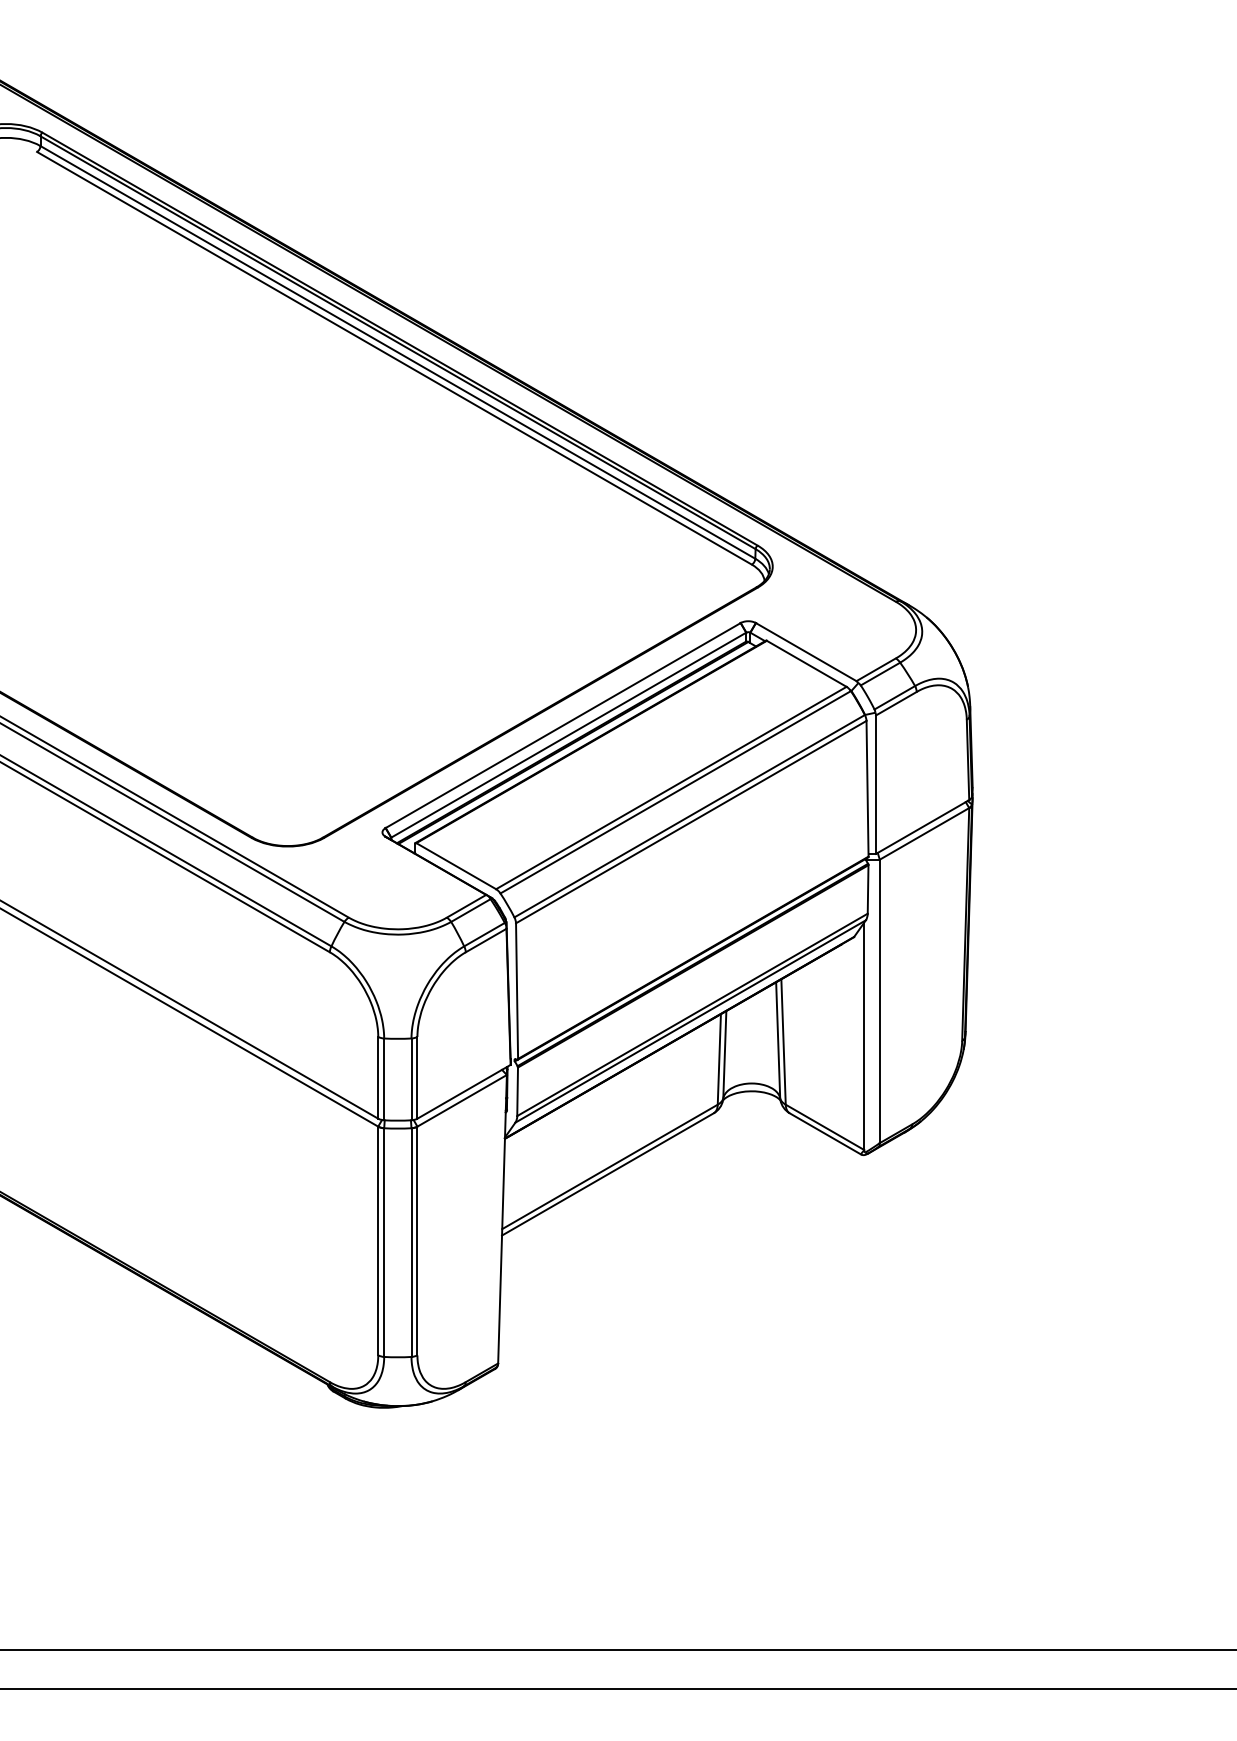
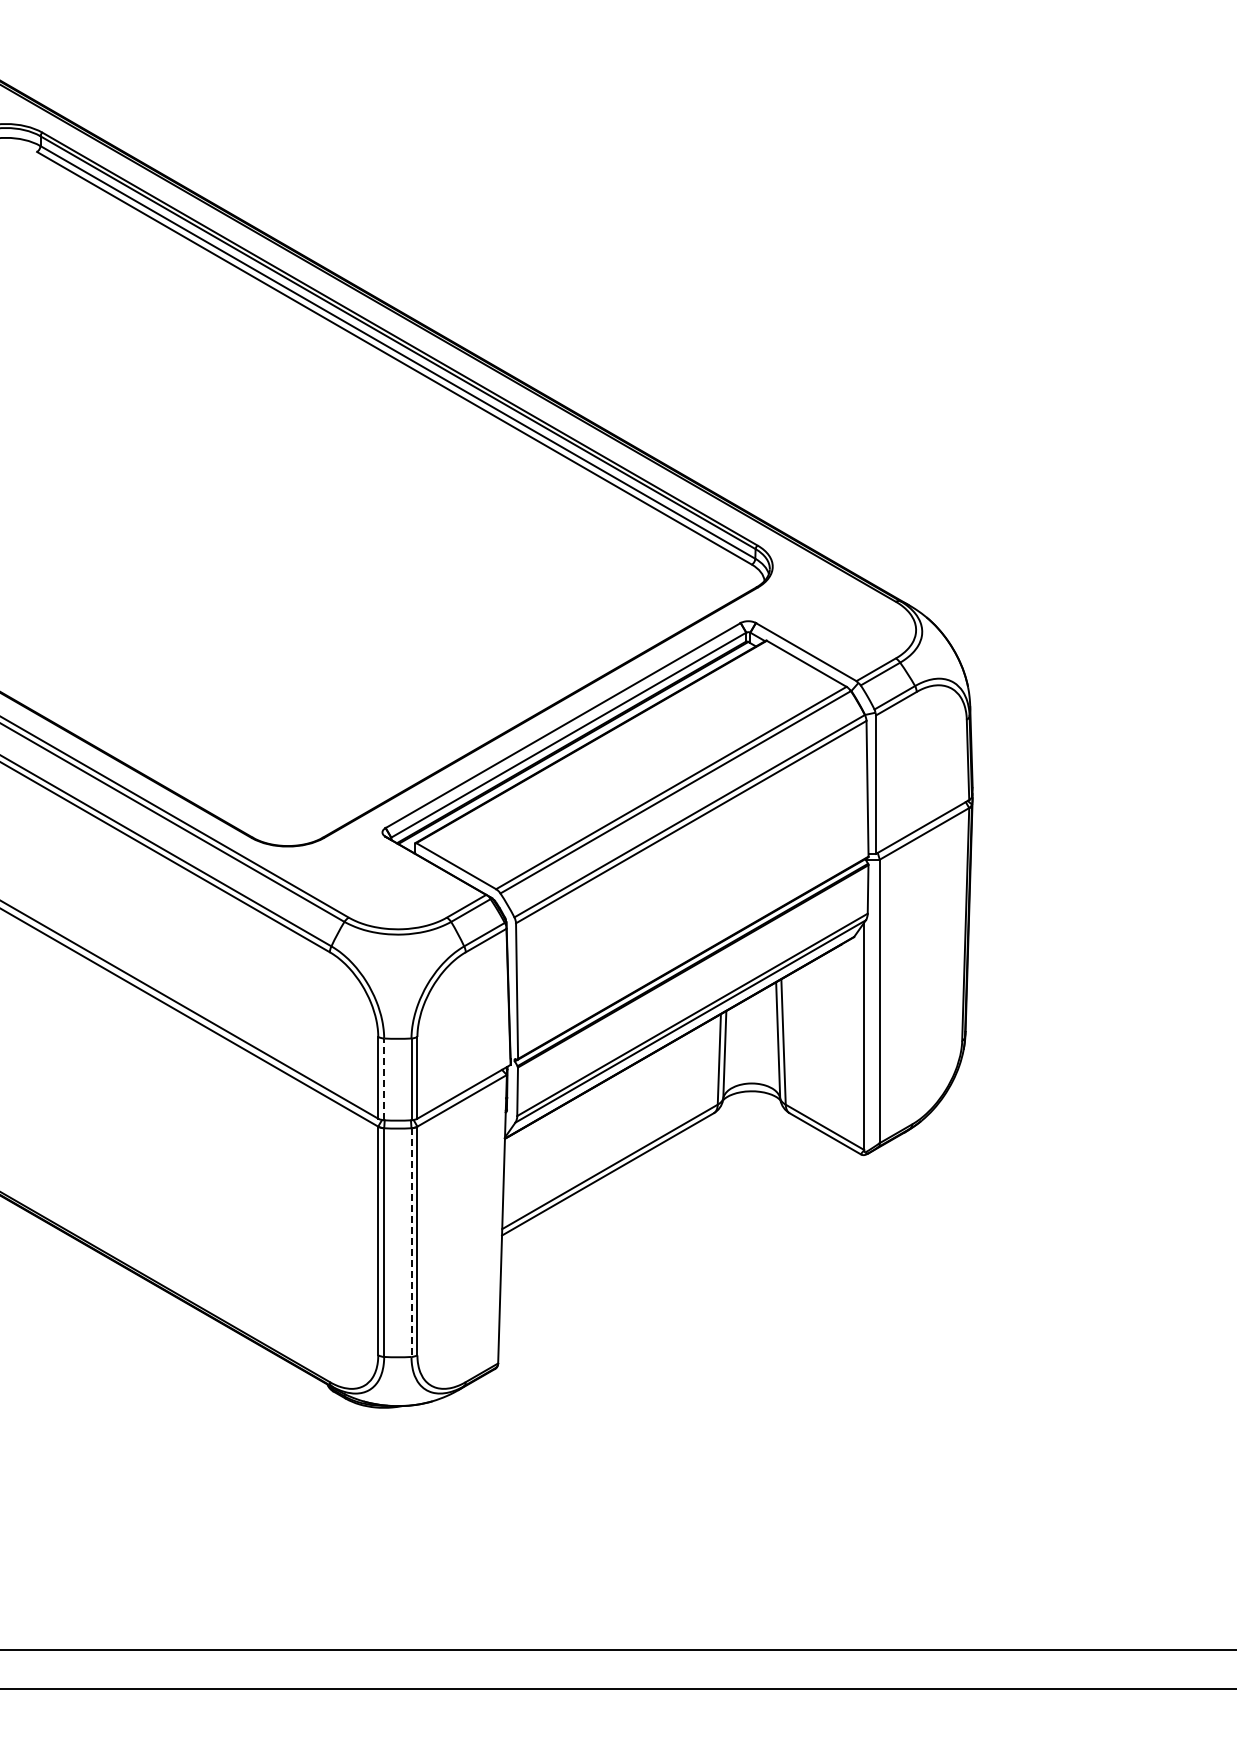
line at (384, 1079): solid -> dashed
line at (411, 1243): solid -> dashed
